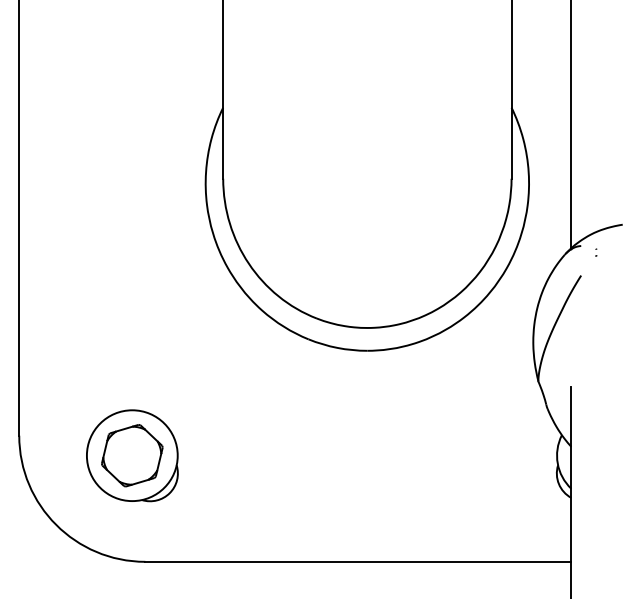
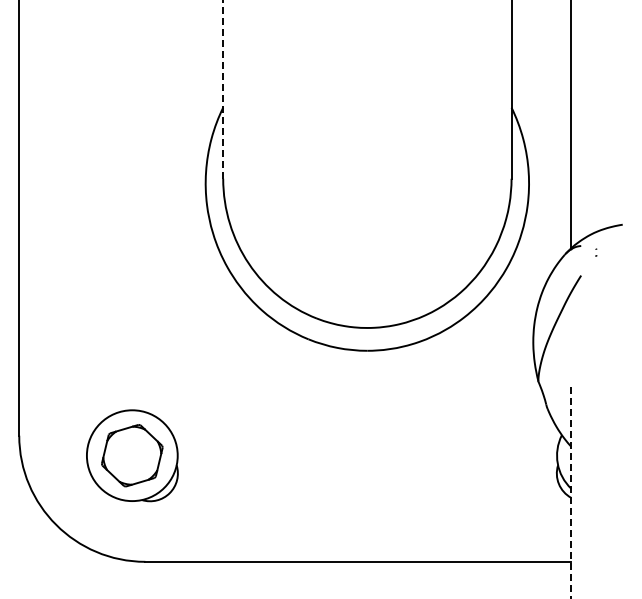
line at (223, 89): solid -> dashed
line at (571, 492): solid -> dashed
